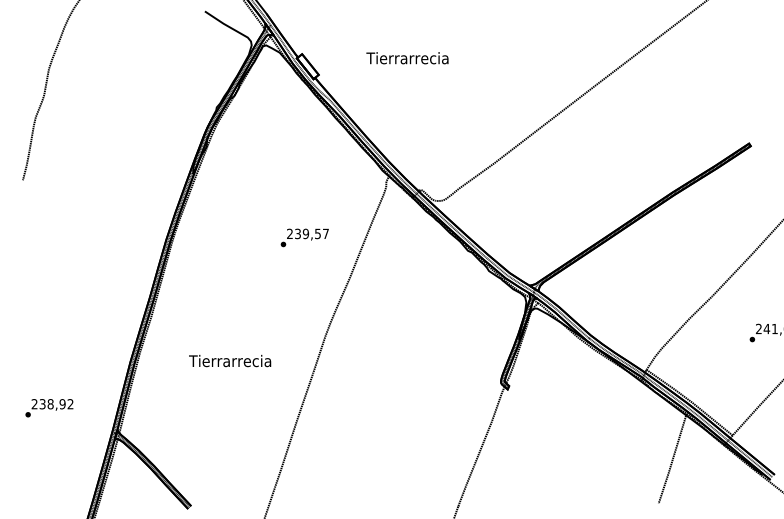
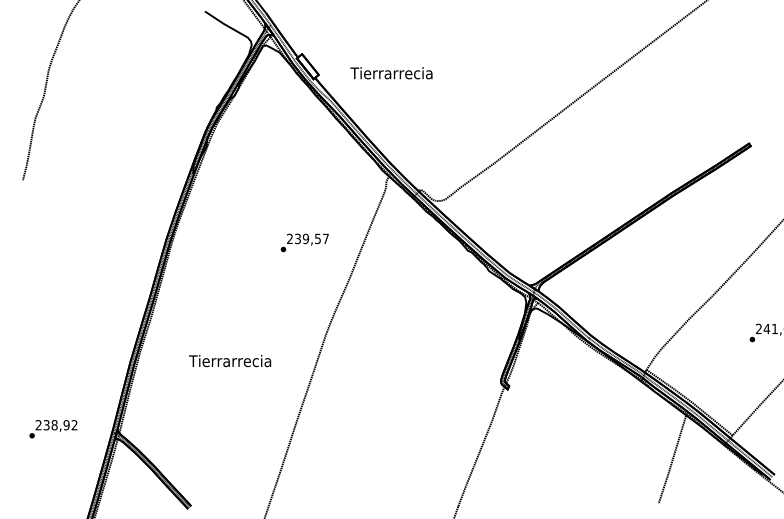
text at (407, 58) position: (407, 58) -> (391, 73)
text at (304, 237) position: (304, 237) -> (304, 242)
text at (49, 408) position: (49, 408) -> (53, 429)
